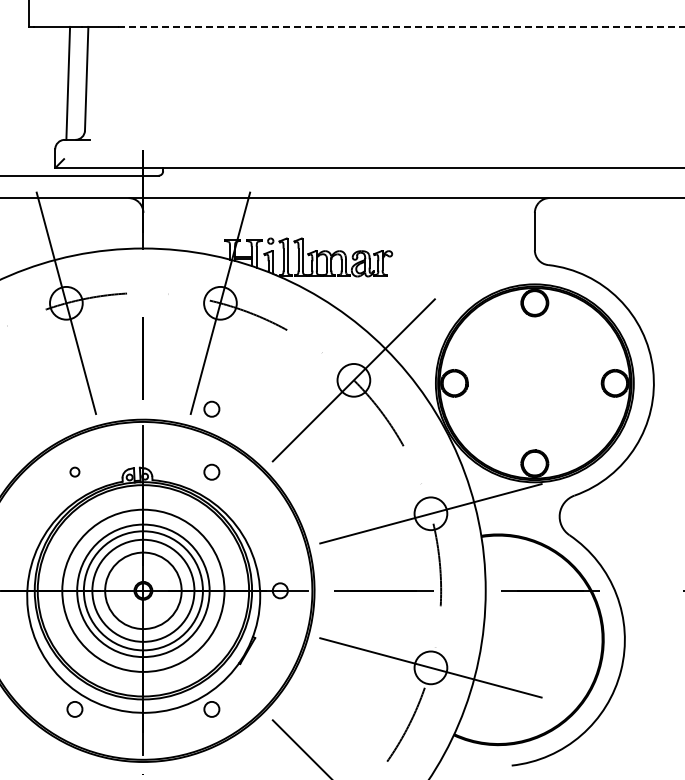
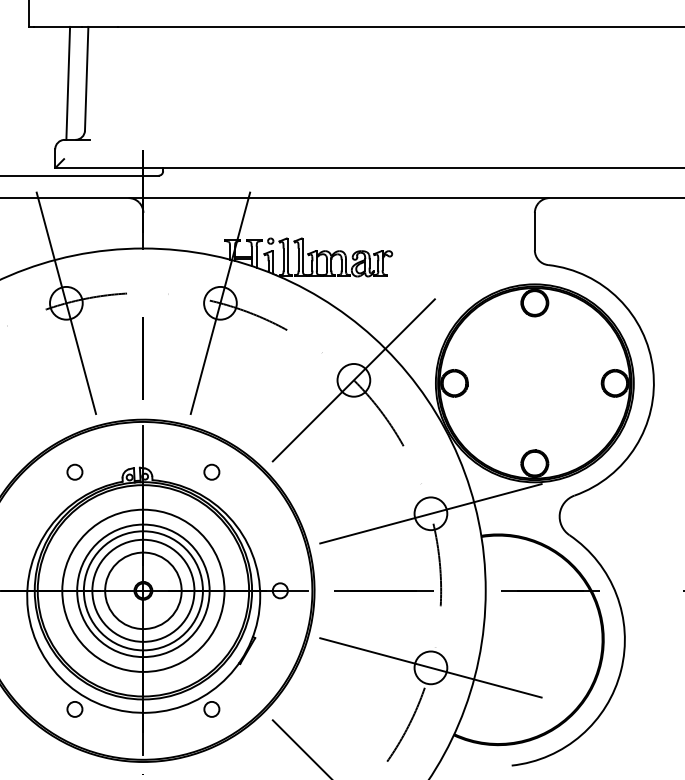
line at (401, 26): dashed -> solid
circle at (211, 408): present -> none
circle at (74, 471) size: 12x12 px -> 18x18 px
